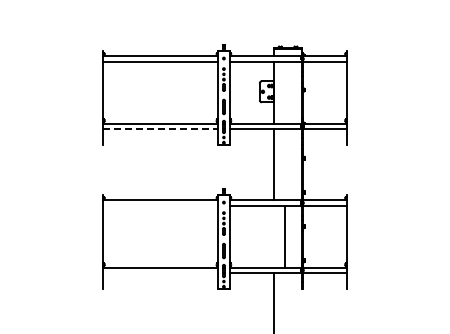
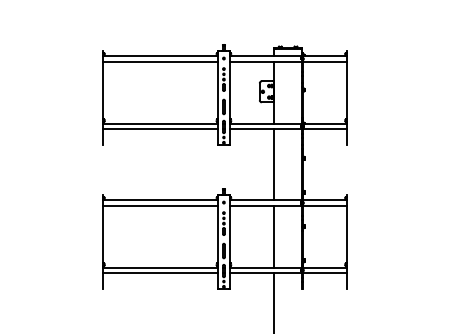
line at (161, 129): dashed -> solid
line at (160, 205): none -> present
line at (285, 236) position: (285, 236) -> (274, 236)
line at (160, 273): none -> present
